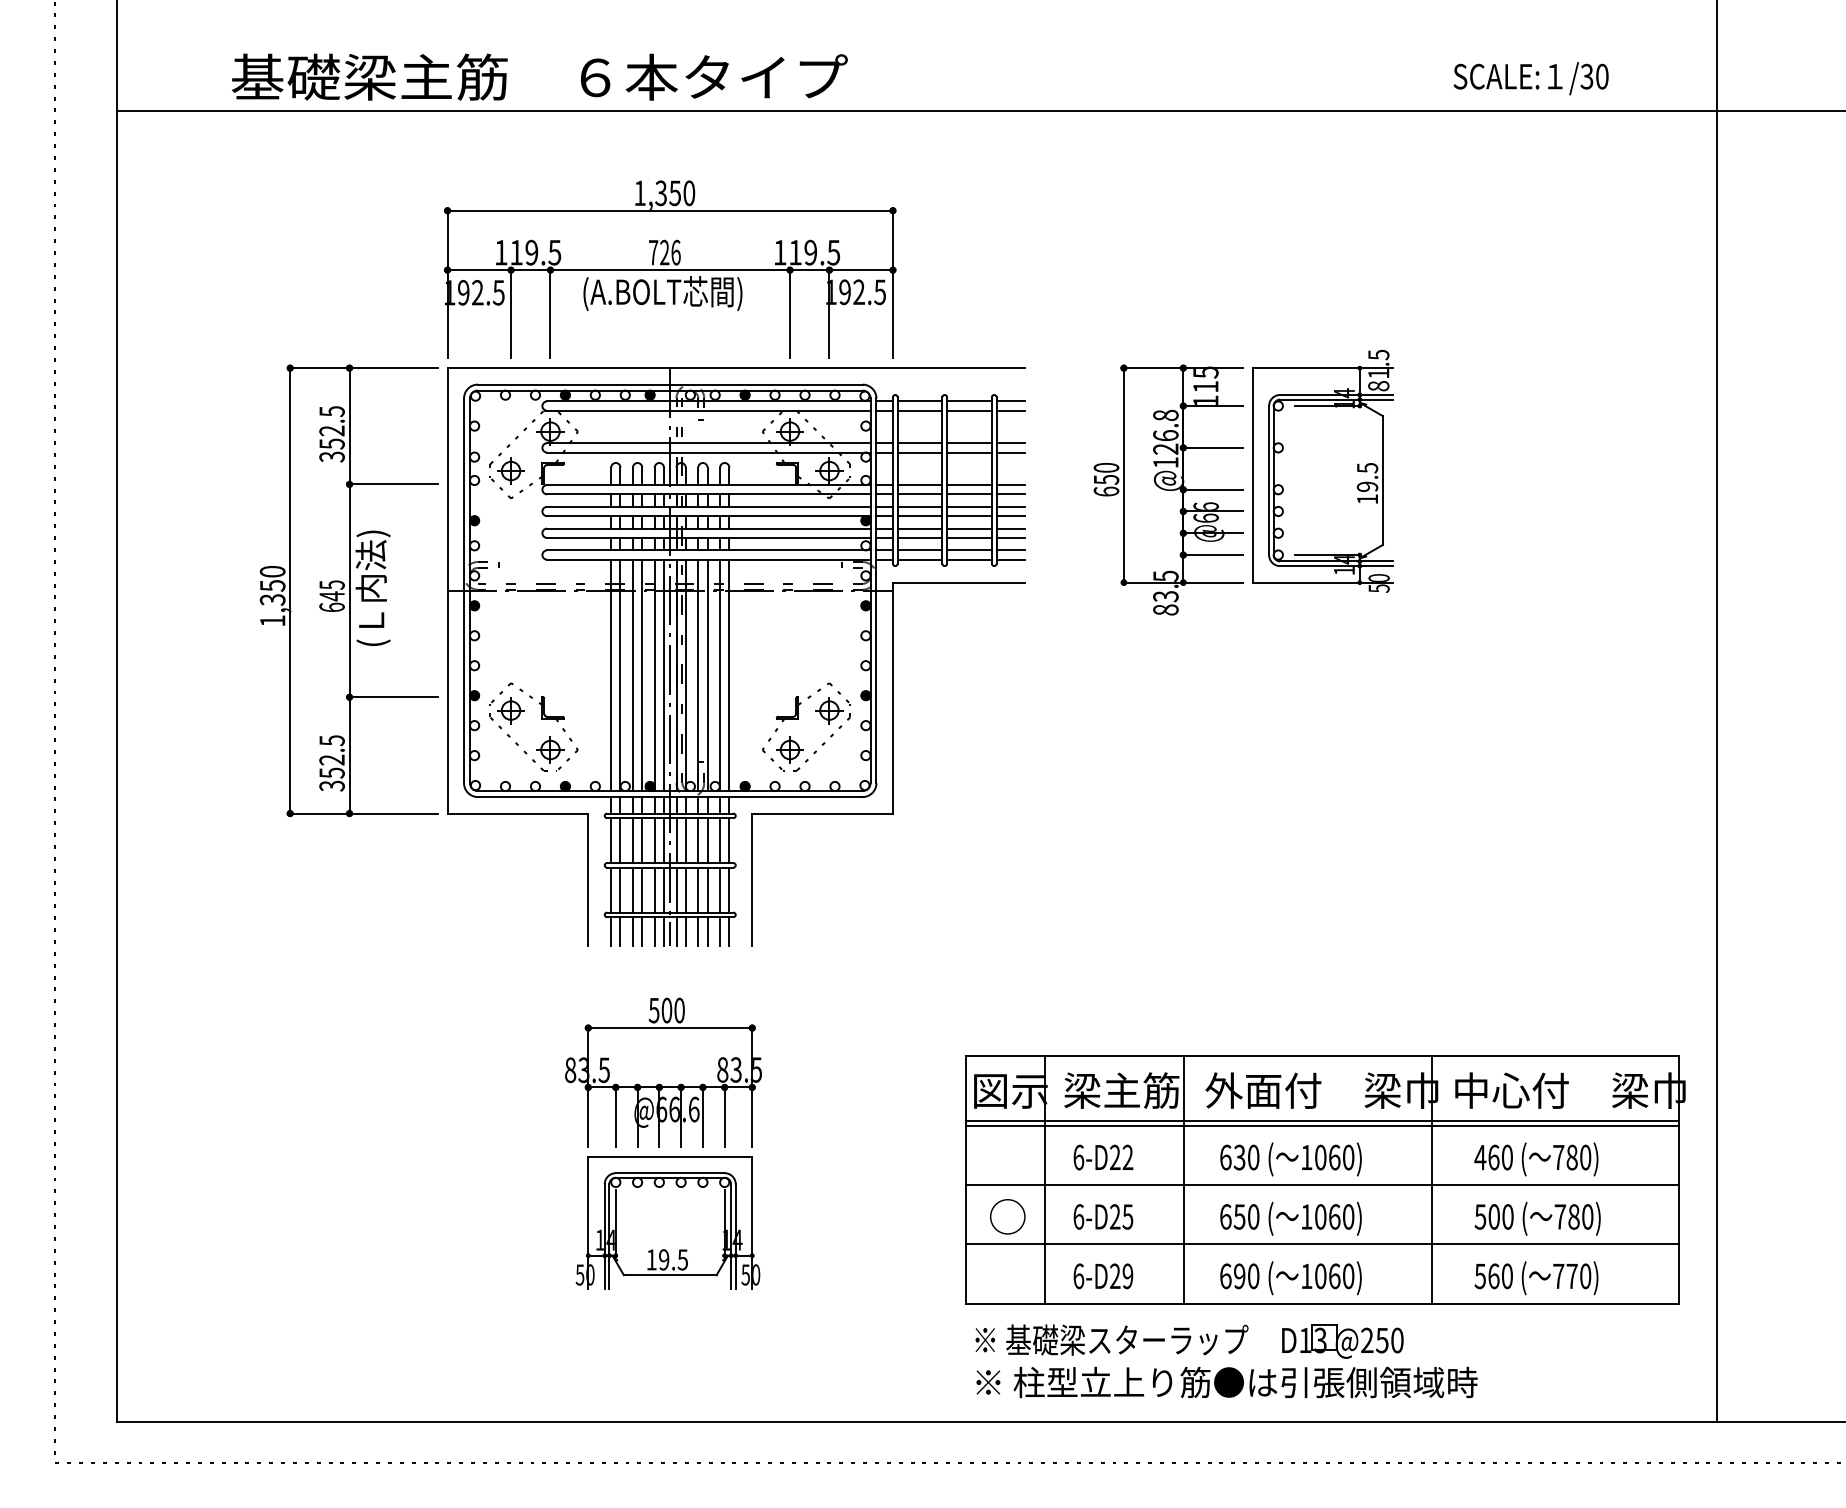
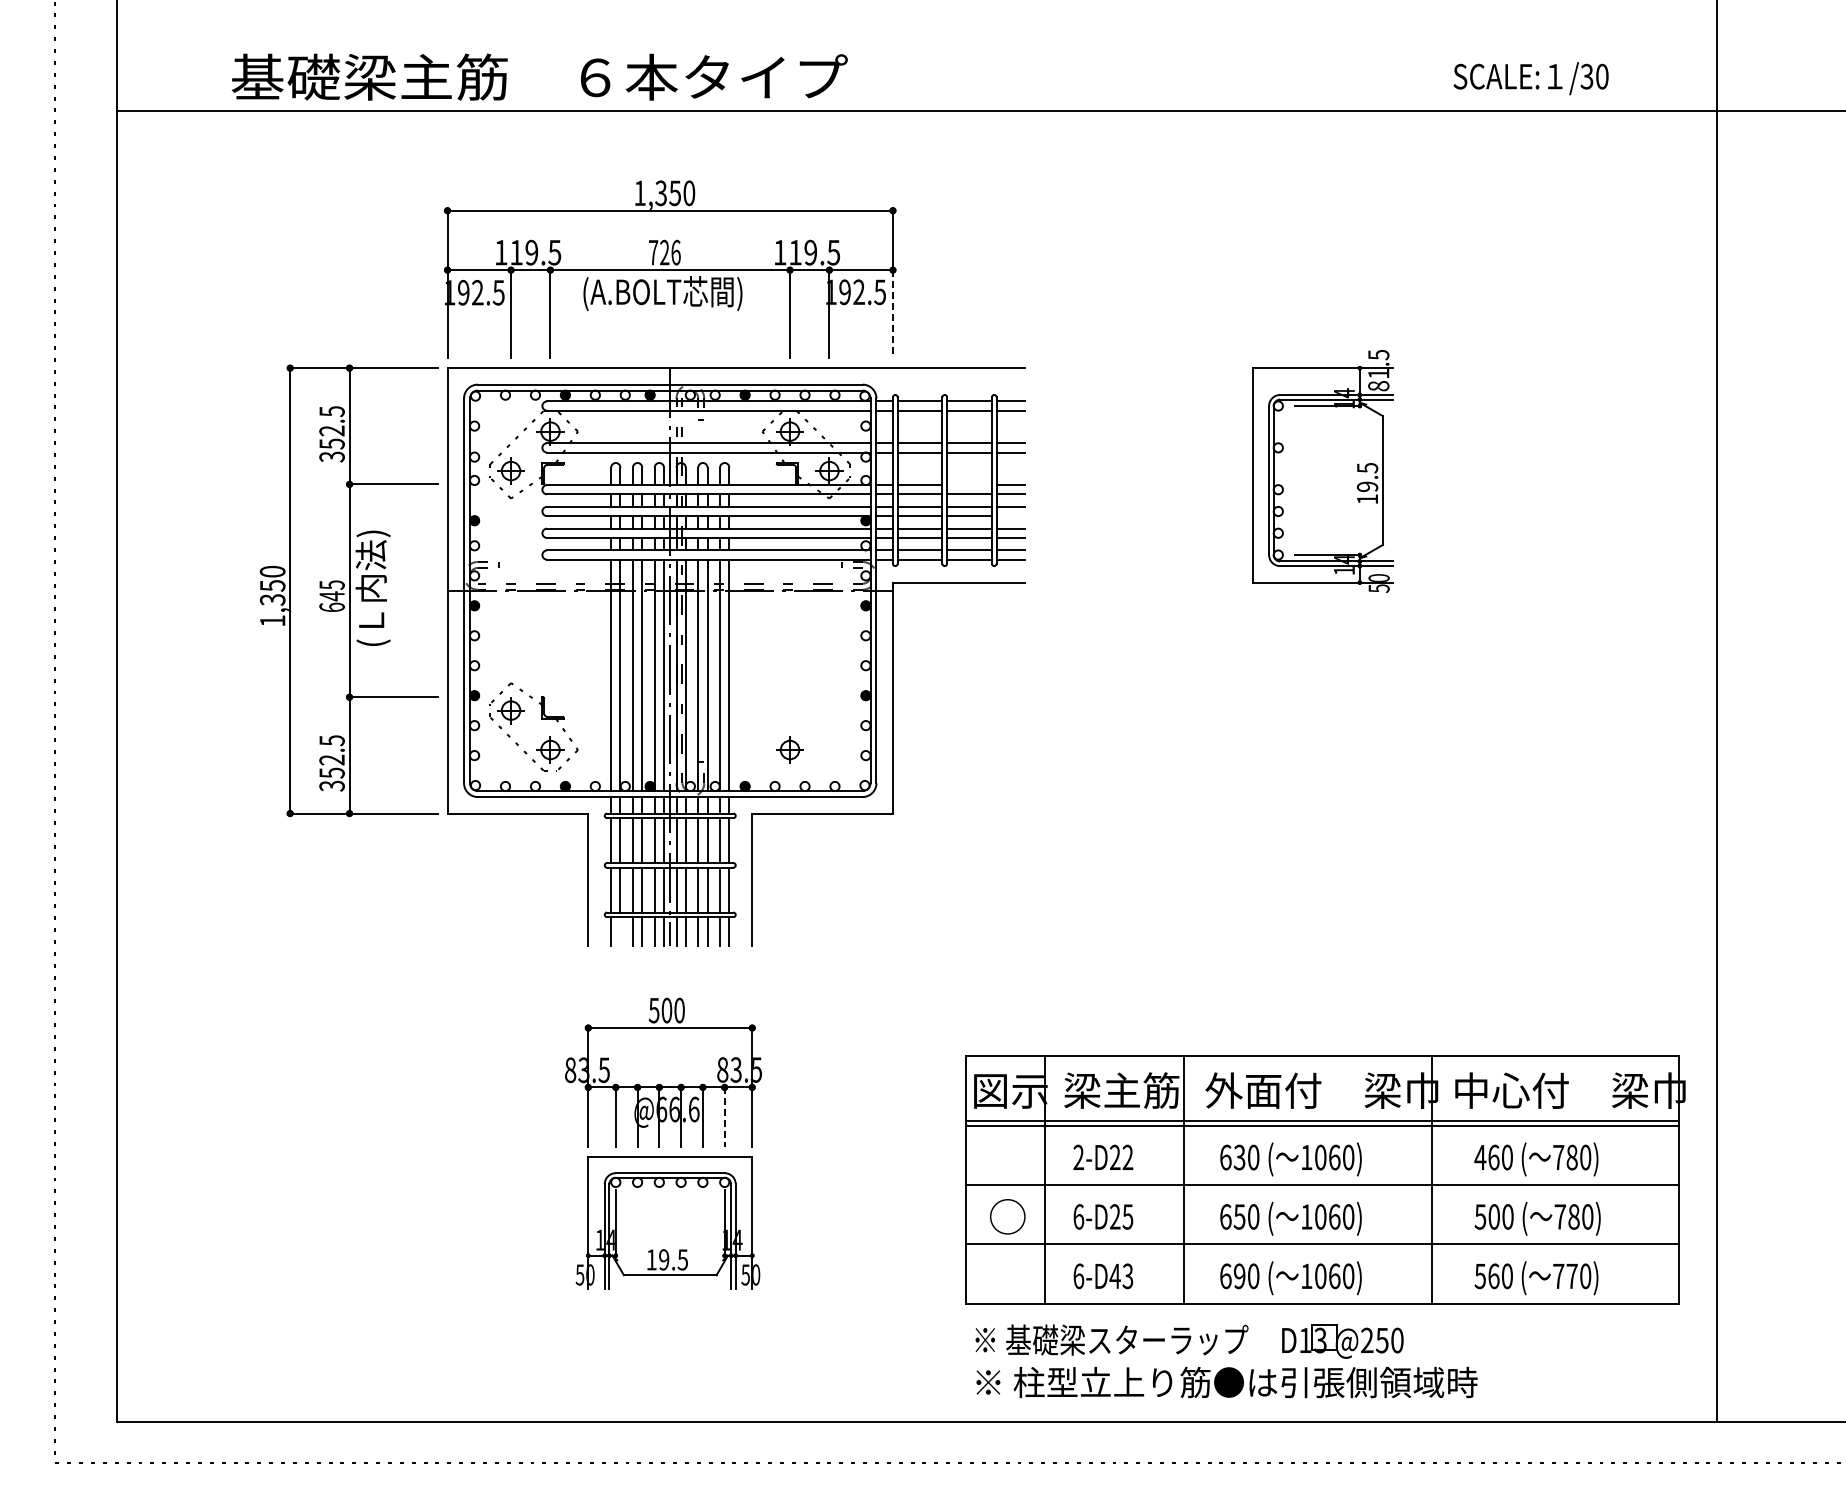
line at (892, 314): solid -> dashed
line at (969, 485): present -> none
part at (1168, 489): present -> none
line at (1010, 516): present -> none
part at (798, 719): present -> none
line at (620, 931): present -> none
line at (724, 1117): solid -> dashed
text at (1078, 1157): 6-D22 -> 2-D22
text at (1121, 1276): 6-D29 -> 6-D43
